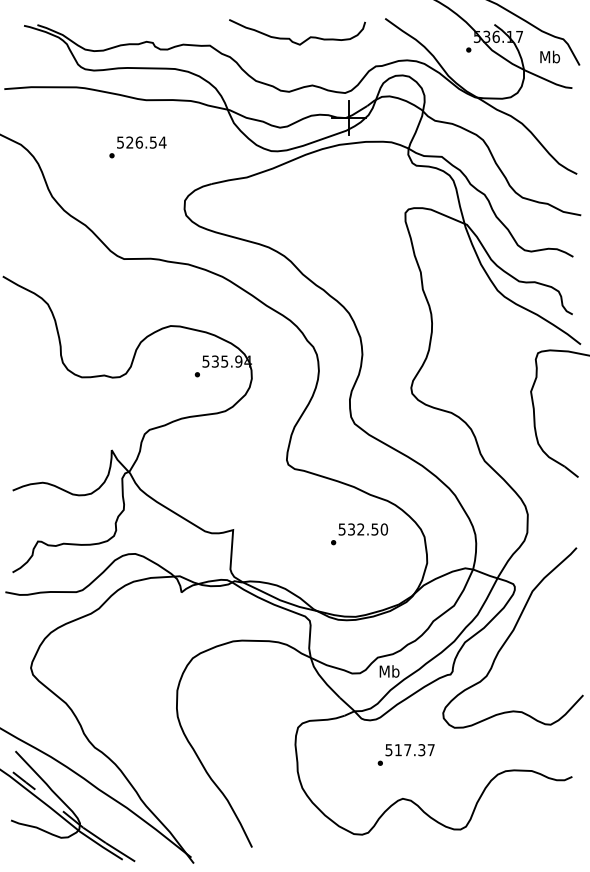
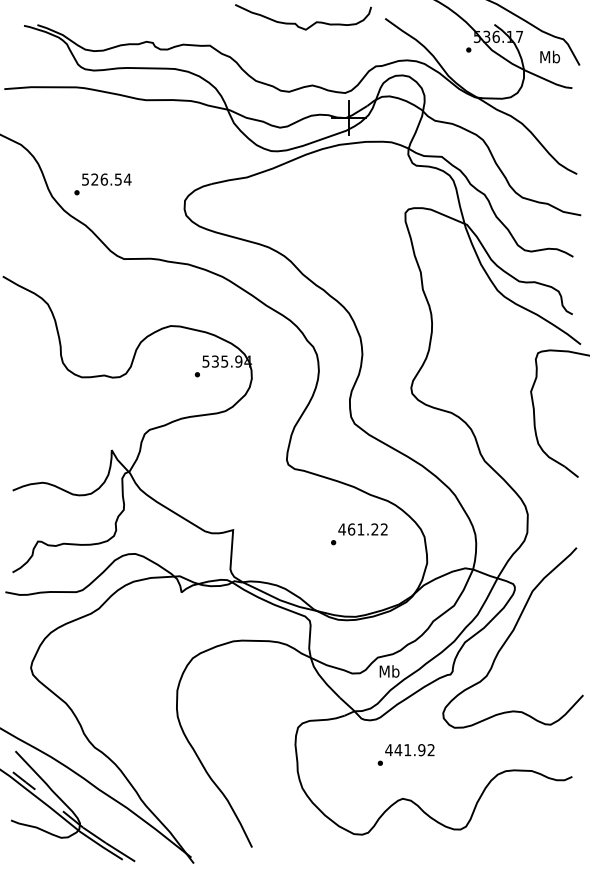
curve at (290, 38) position: (290, 38) -> (296, 23)
text at (137, 147) position: (137, 147) -> (102, 184)
text at (363, 529): 532.50 -> 461.22
text at (409, 750): 517.37 -> 441.92
